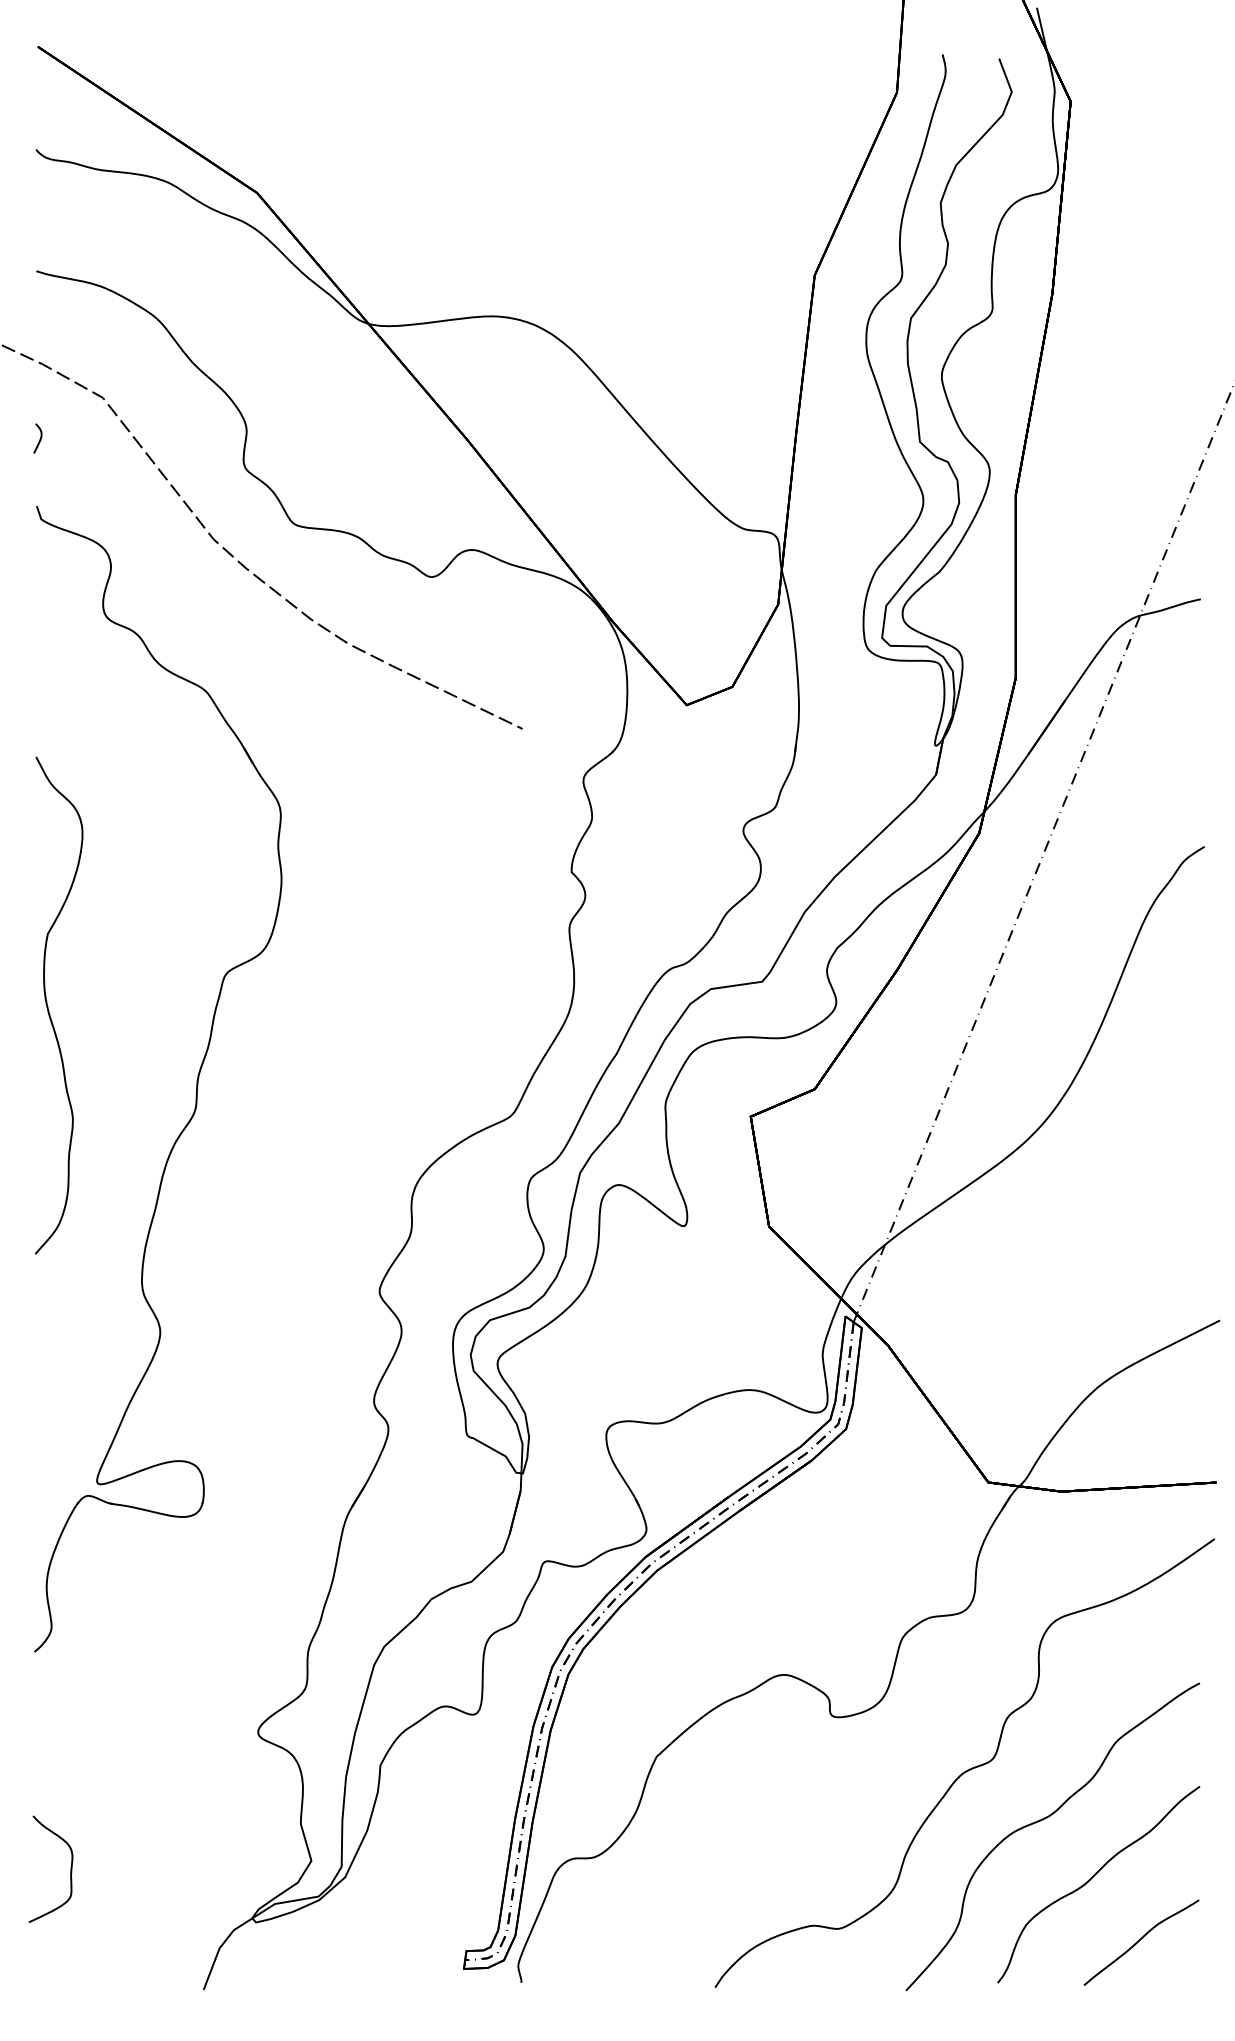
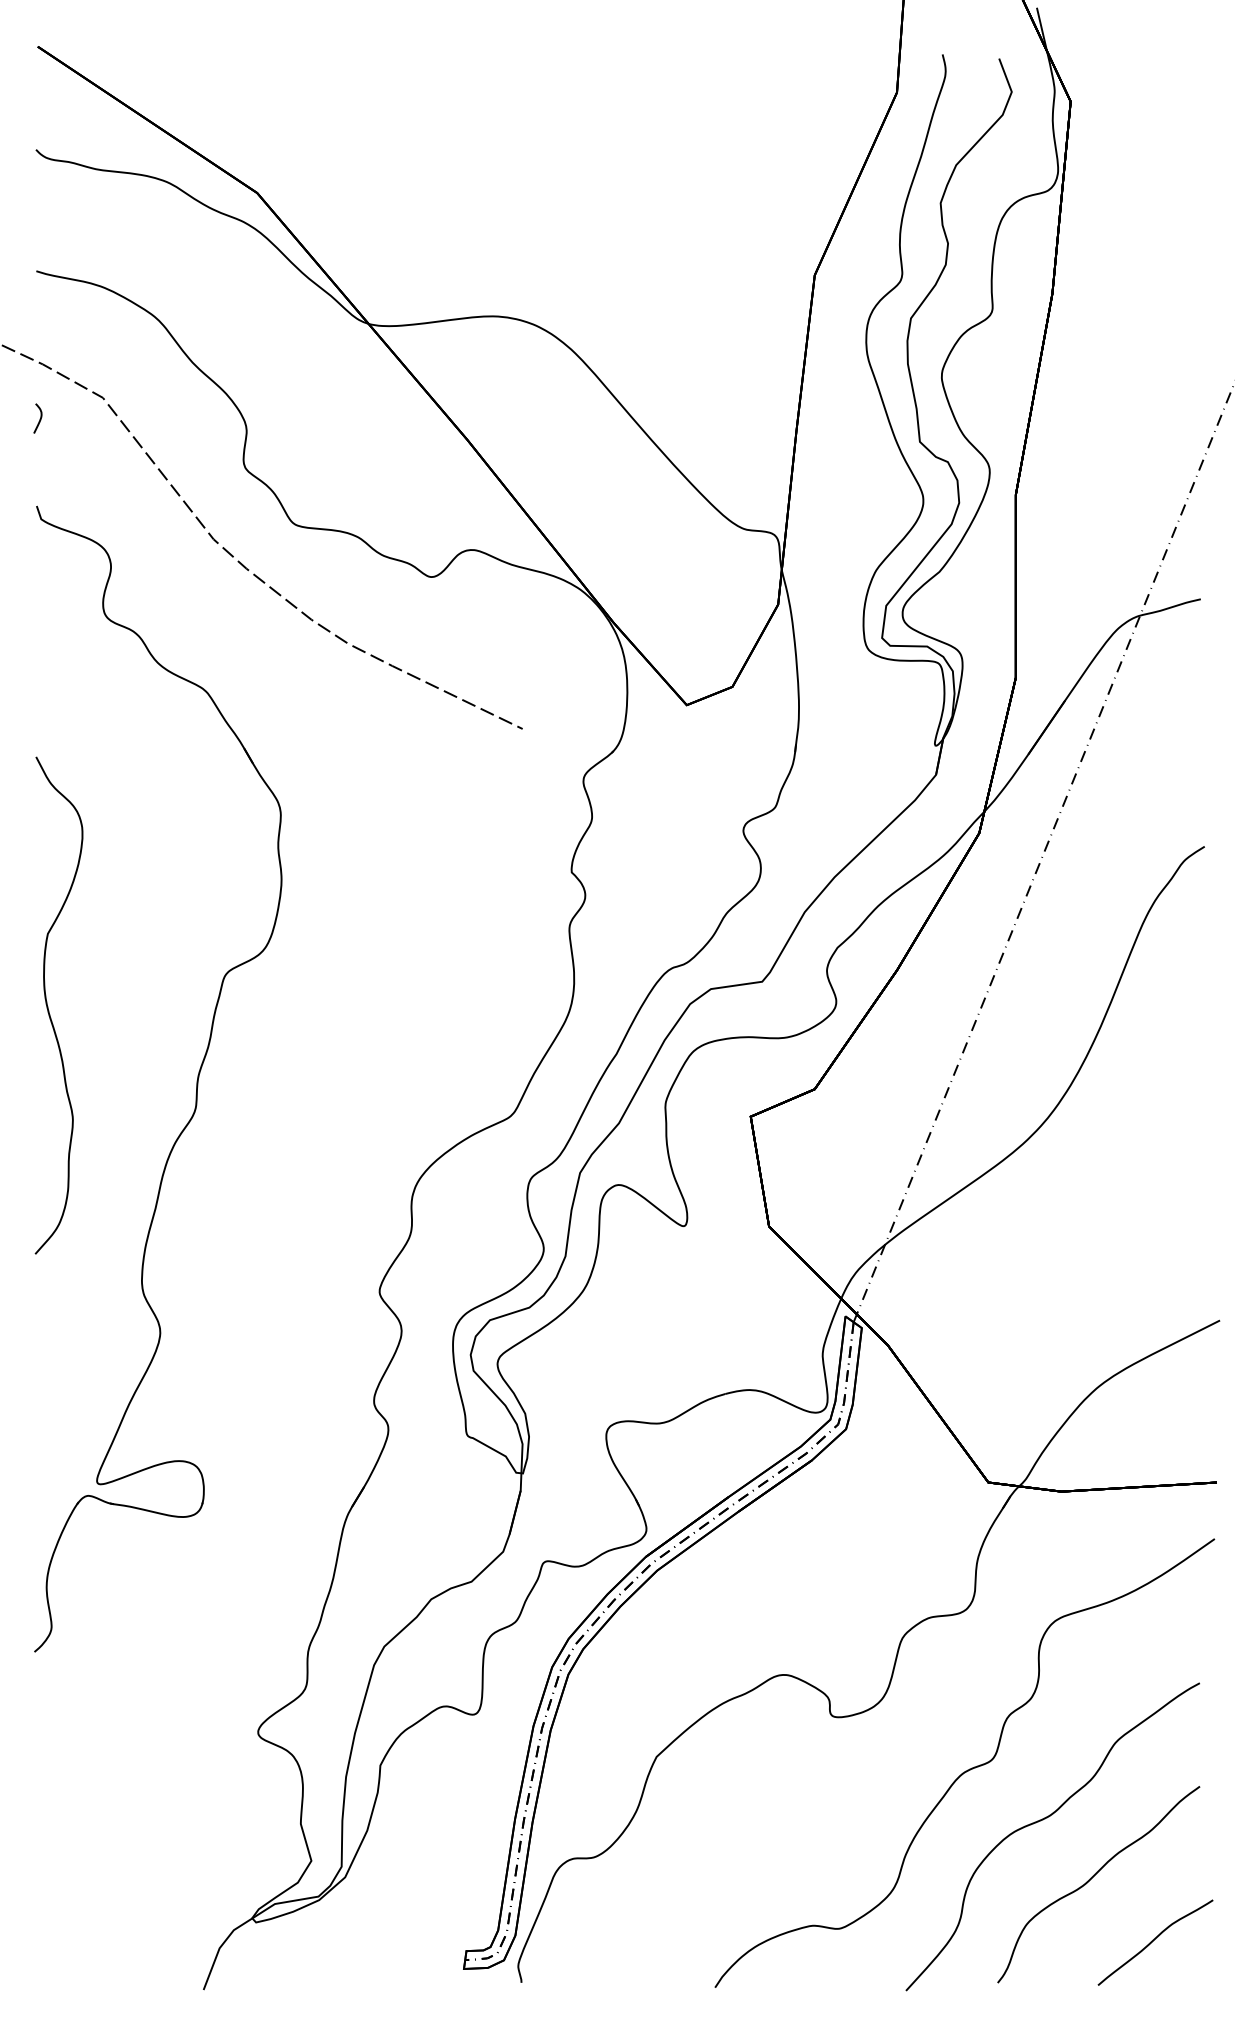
curve at (39, 439) position: (39, 439) -> (39, 419)
curve at (70, 1868): present -> none
curve at (1140, 1940) position: (1140, 1940) -> (1154, 1940)
